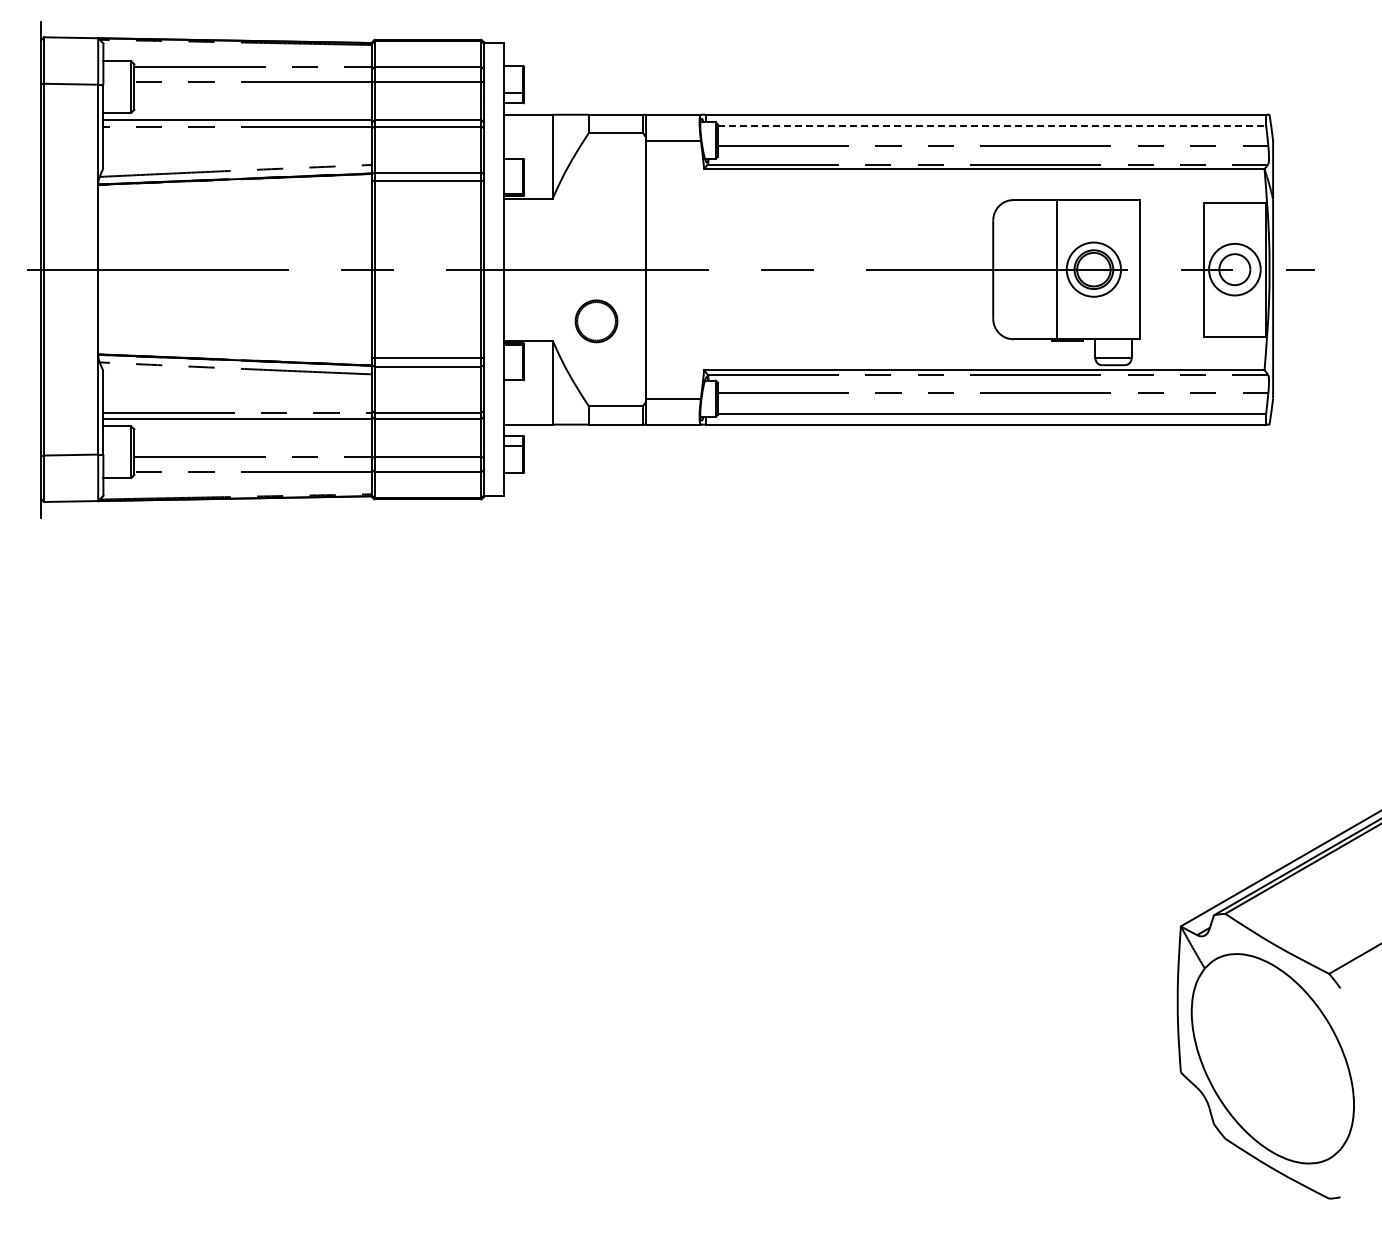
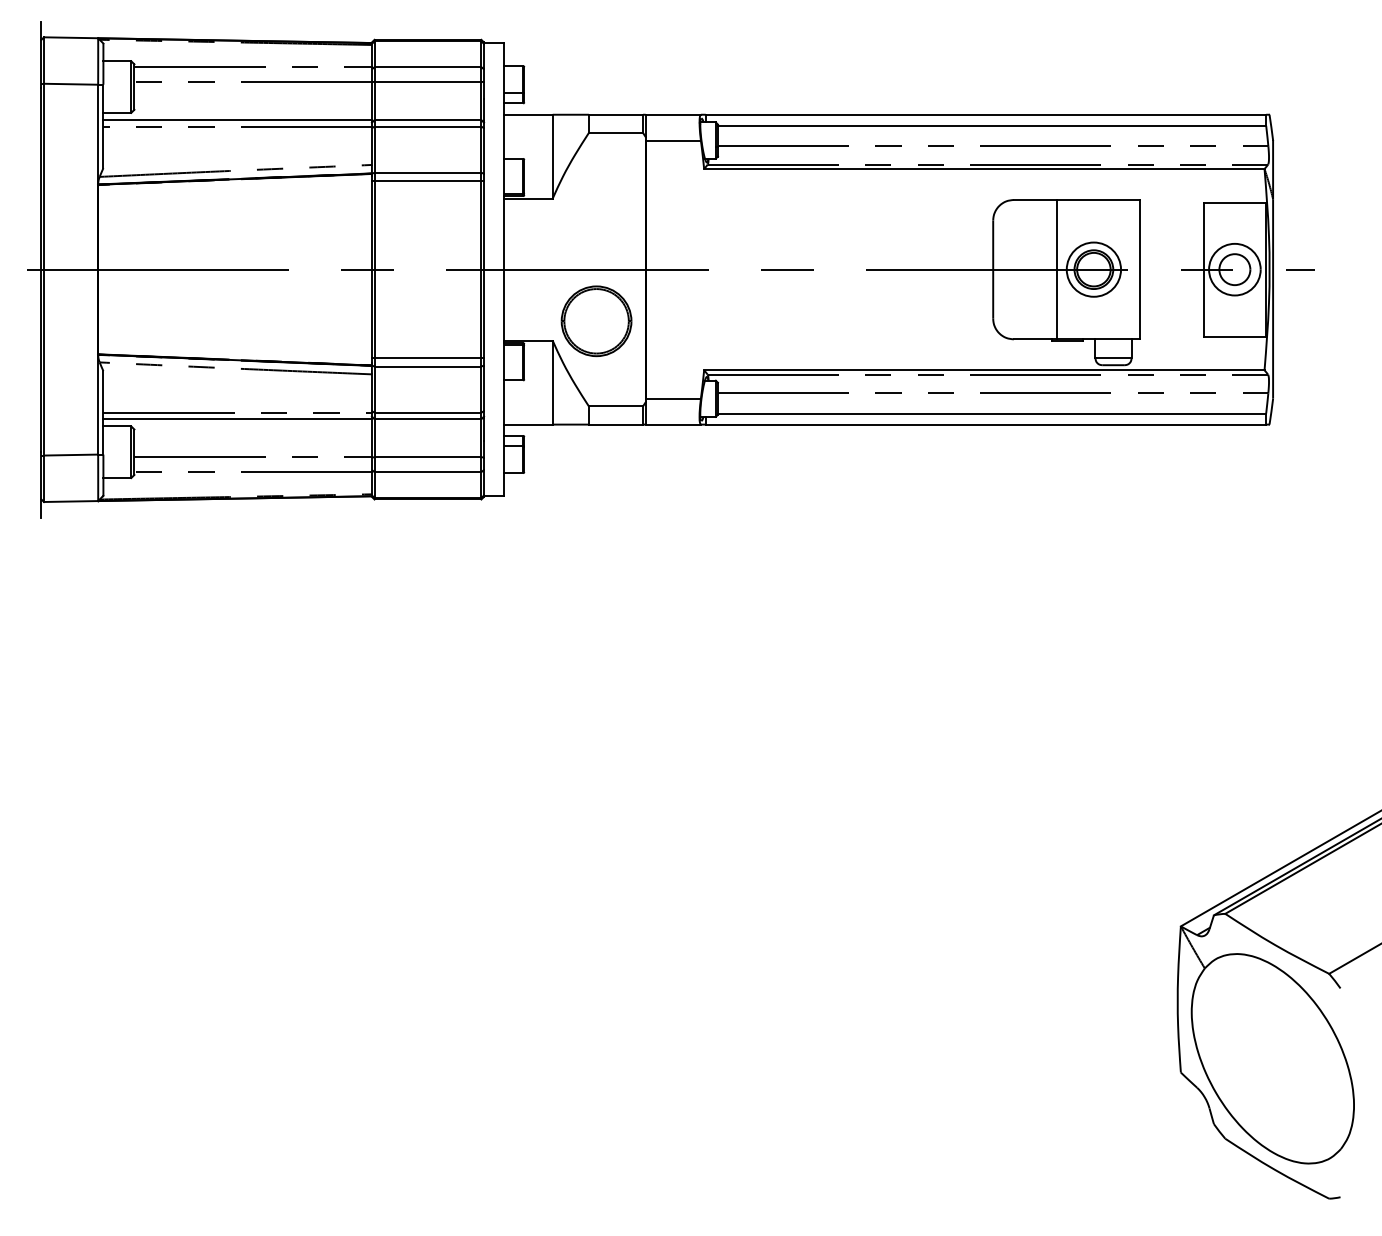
line at (992, 125): dashed -> solid
part at (596, 321) size: 45x45 px -> 73x73 px
